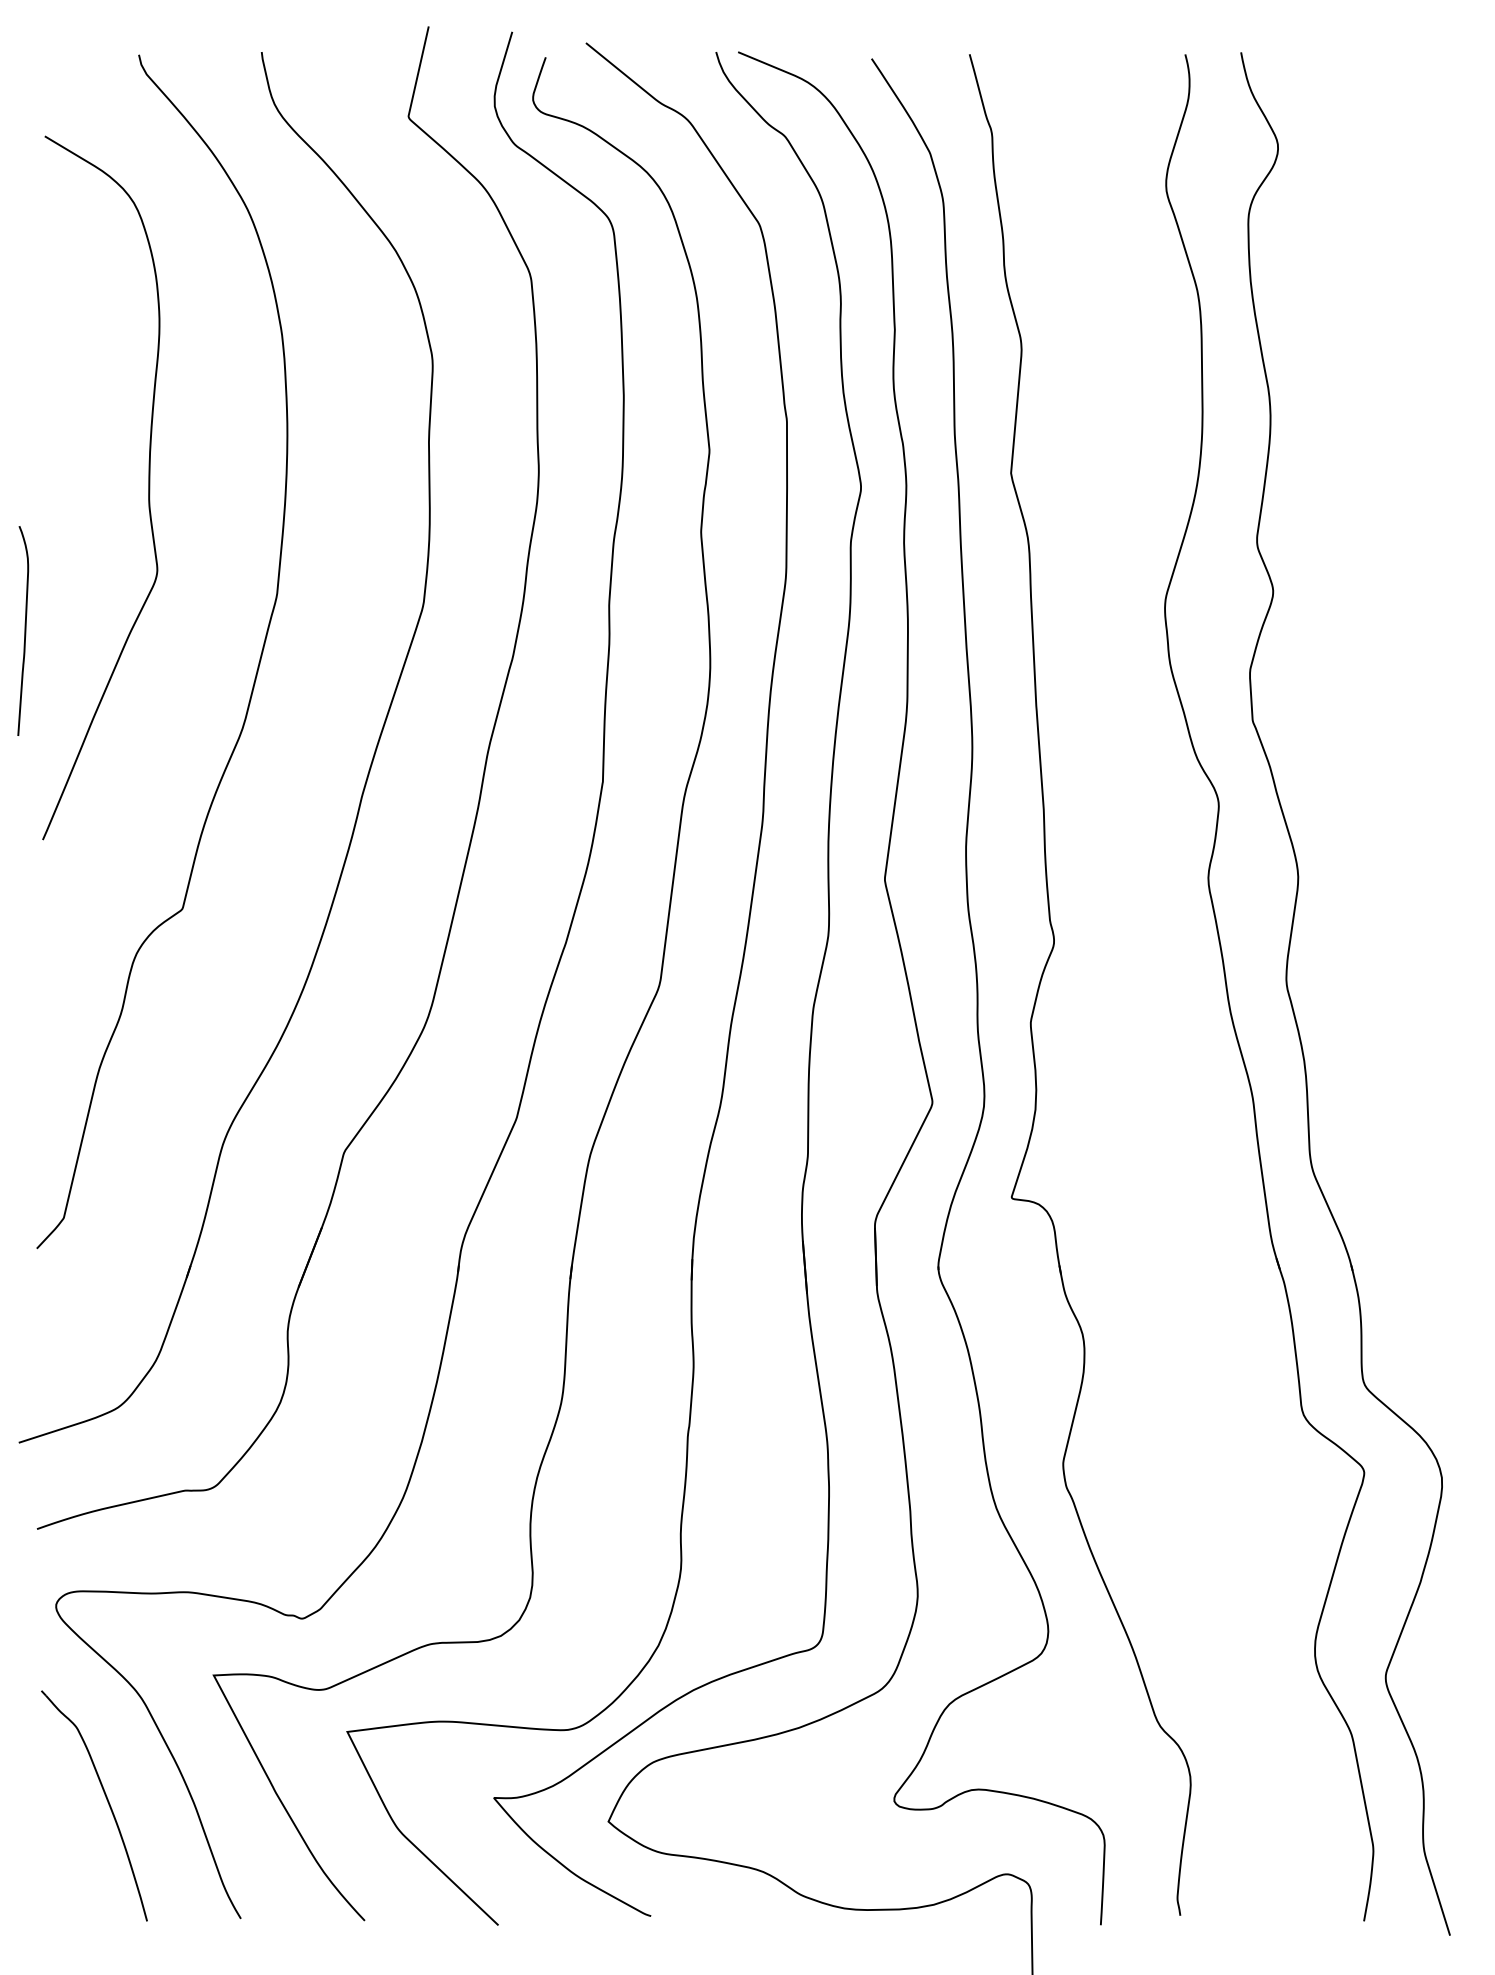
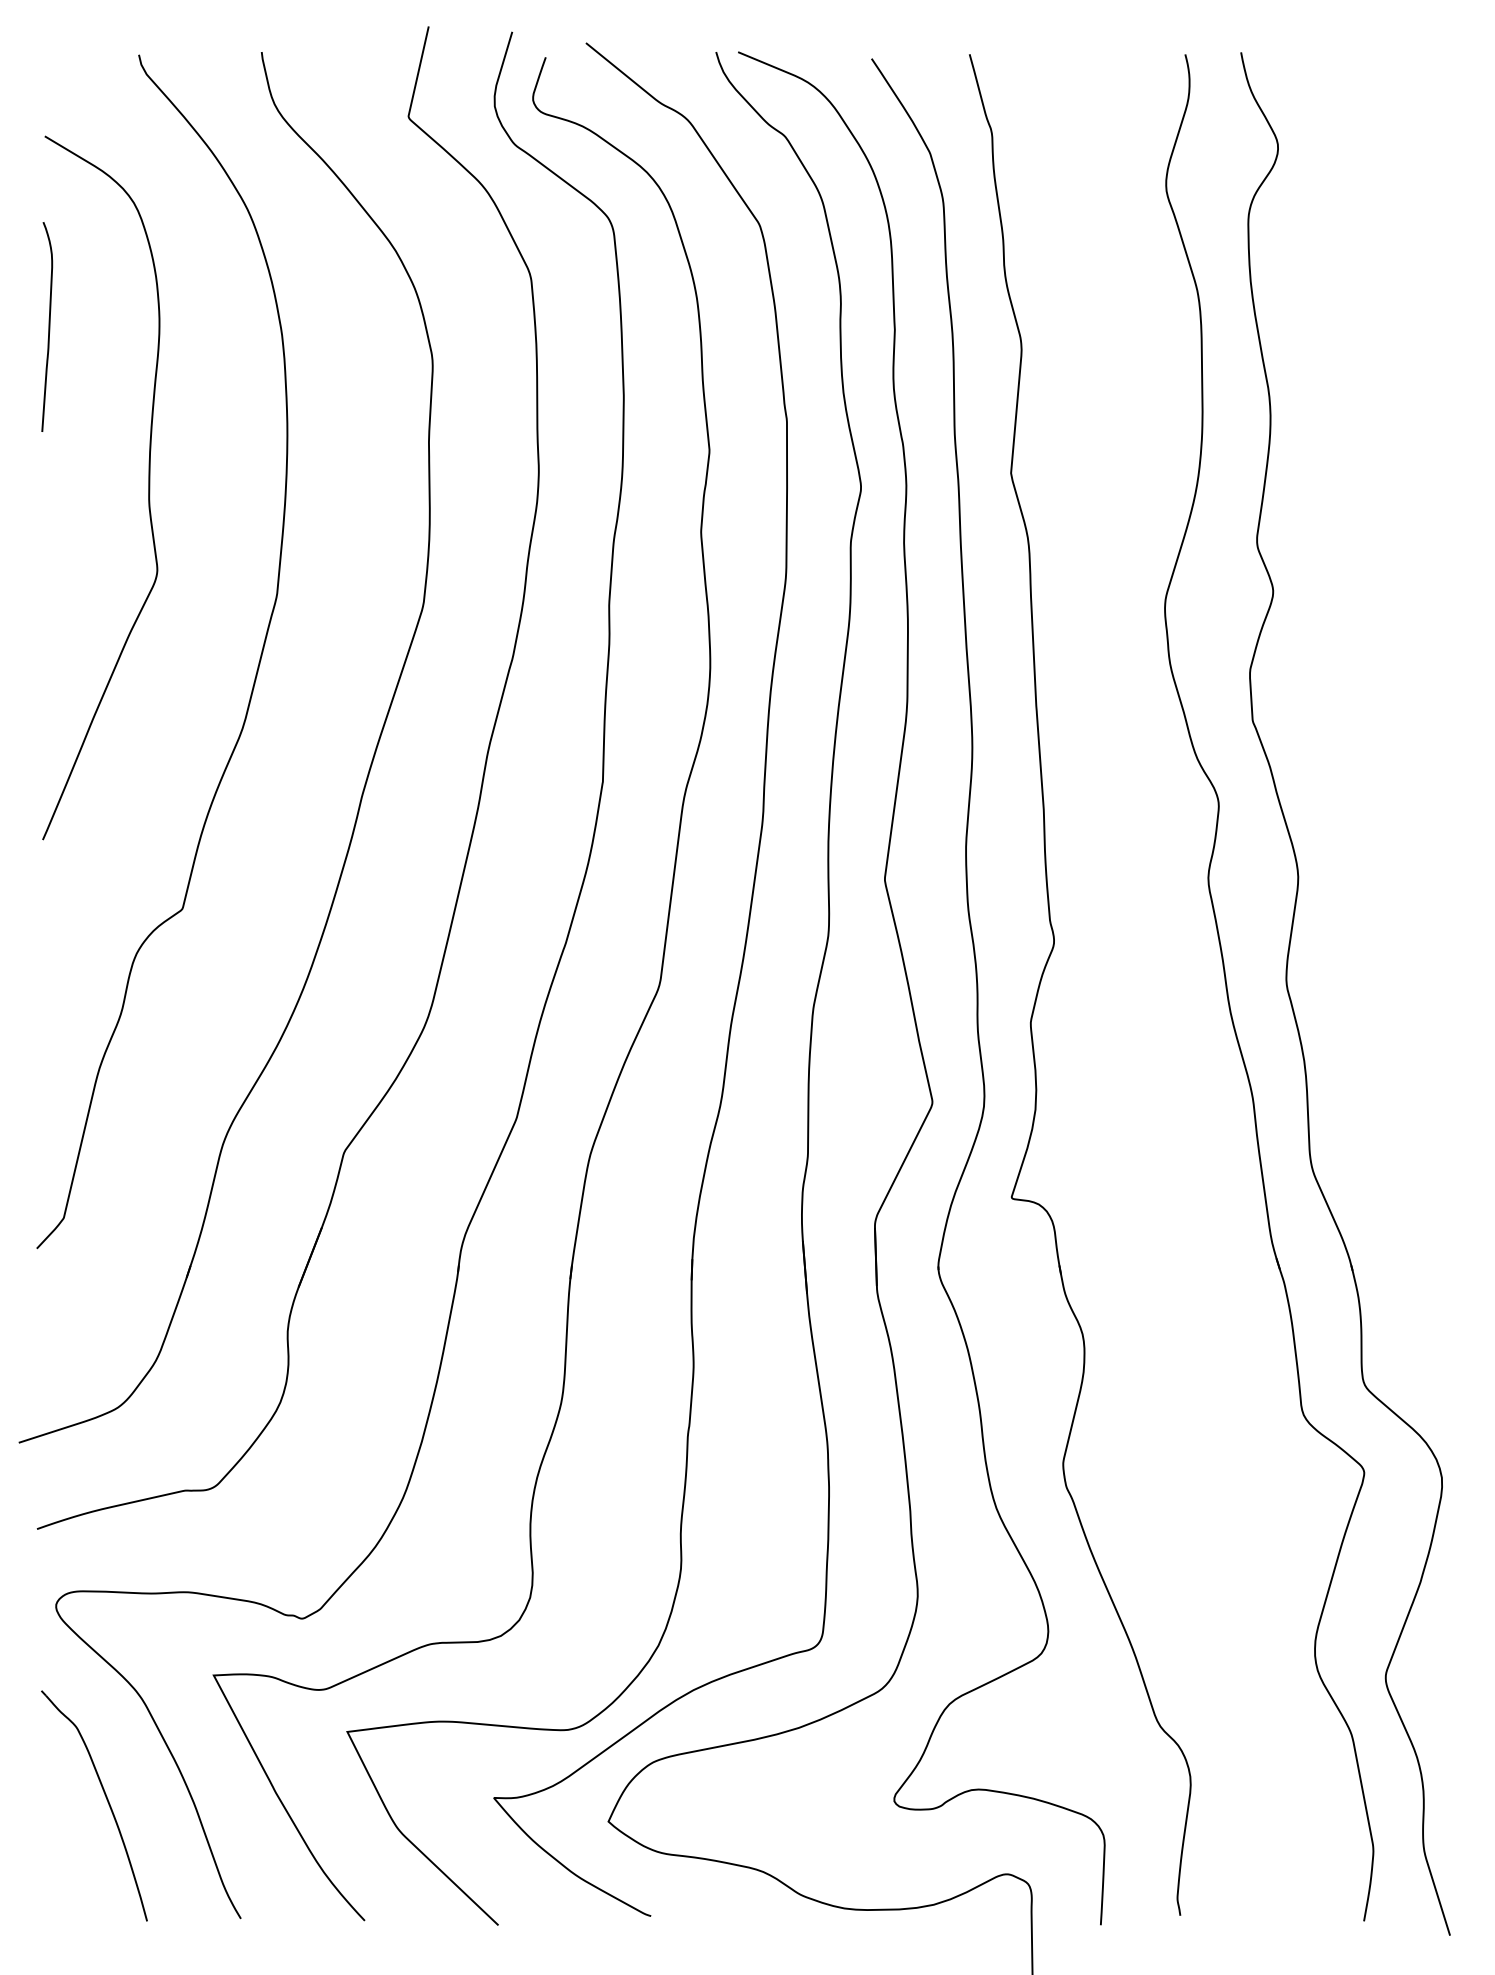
curve at (24, 630) position: (24, 630) -> (48, 326)
